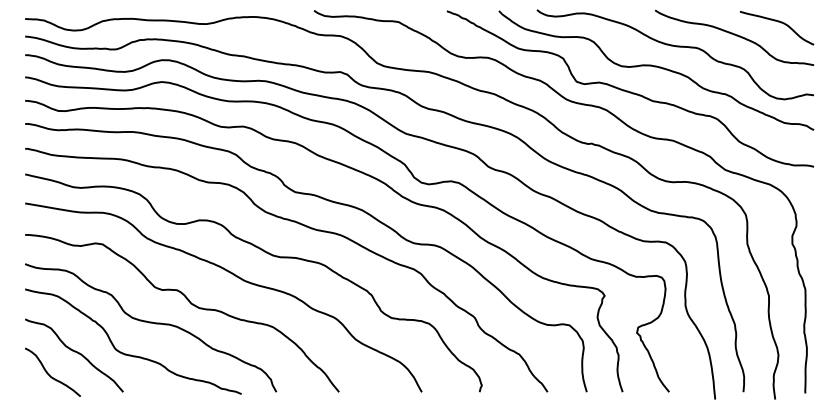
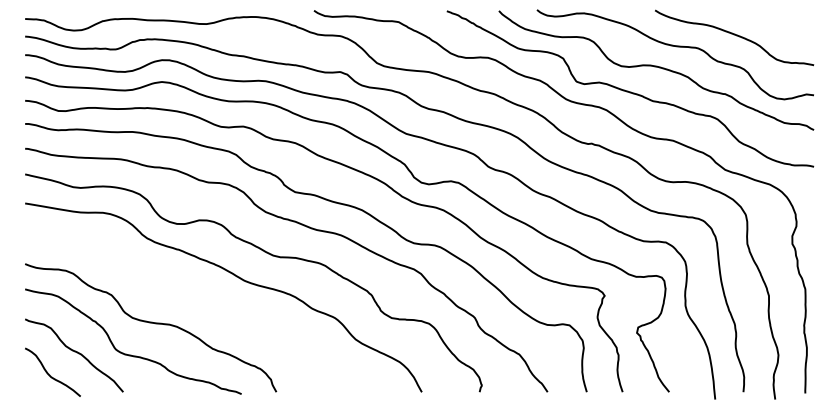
curve at (778, 22): present -> none
curve at (190, 304): present -> none
